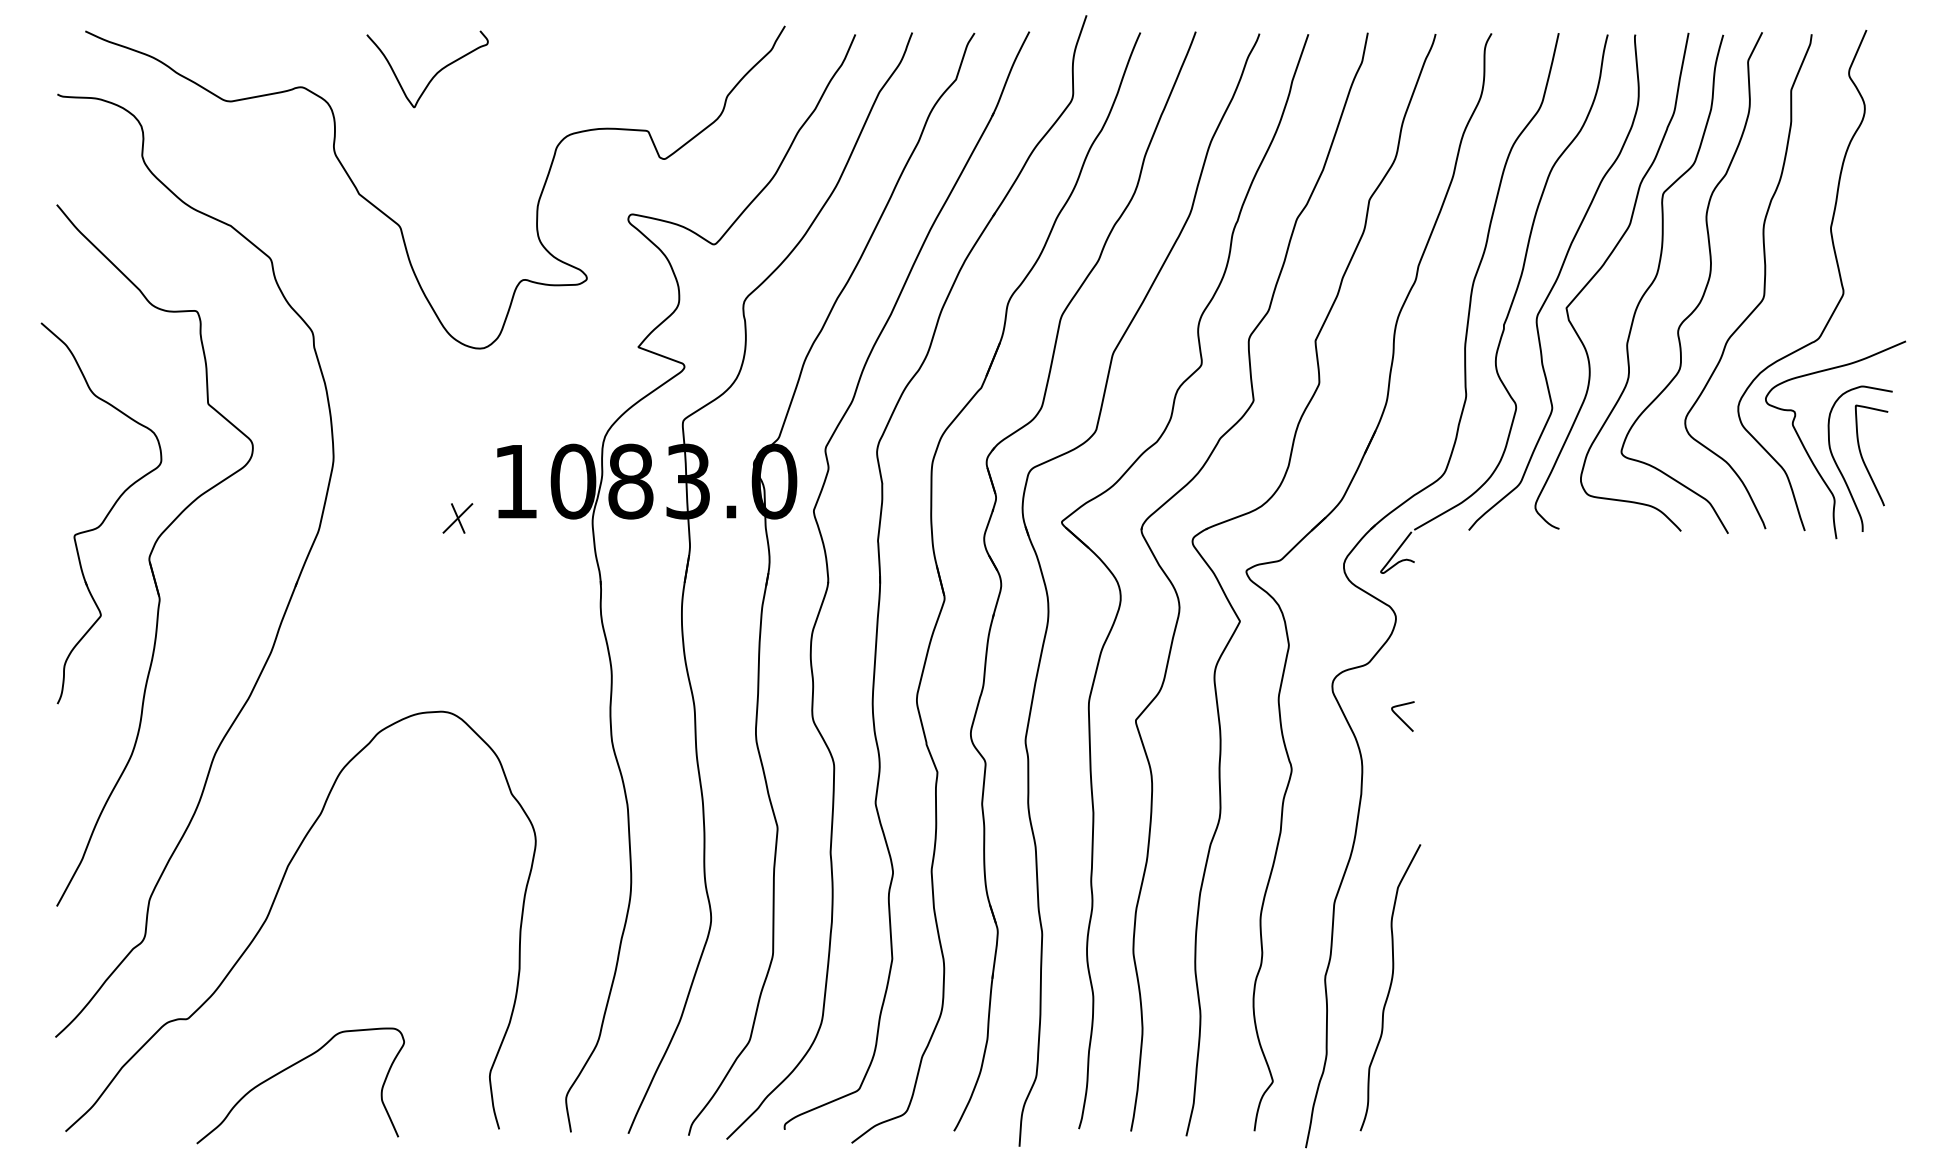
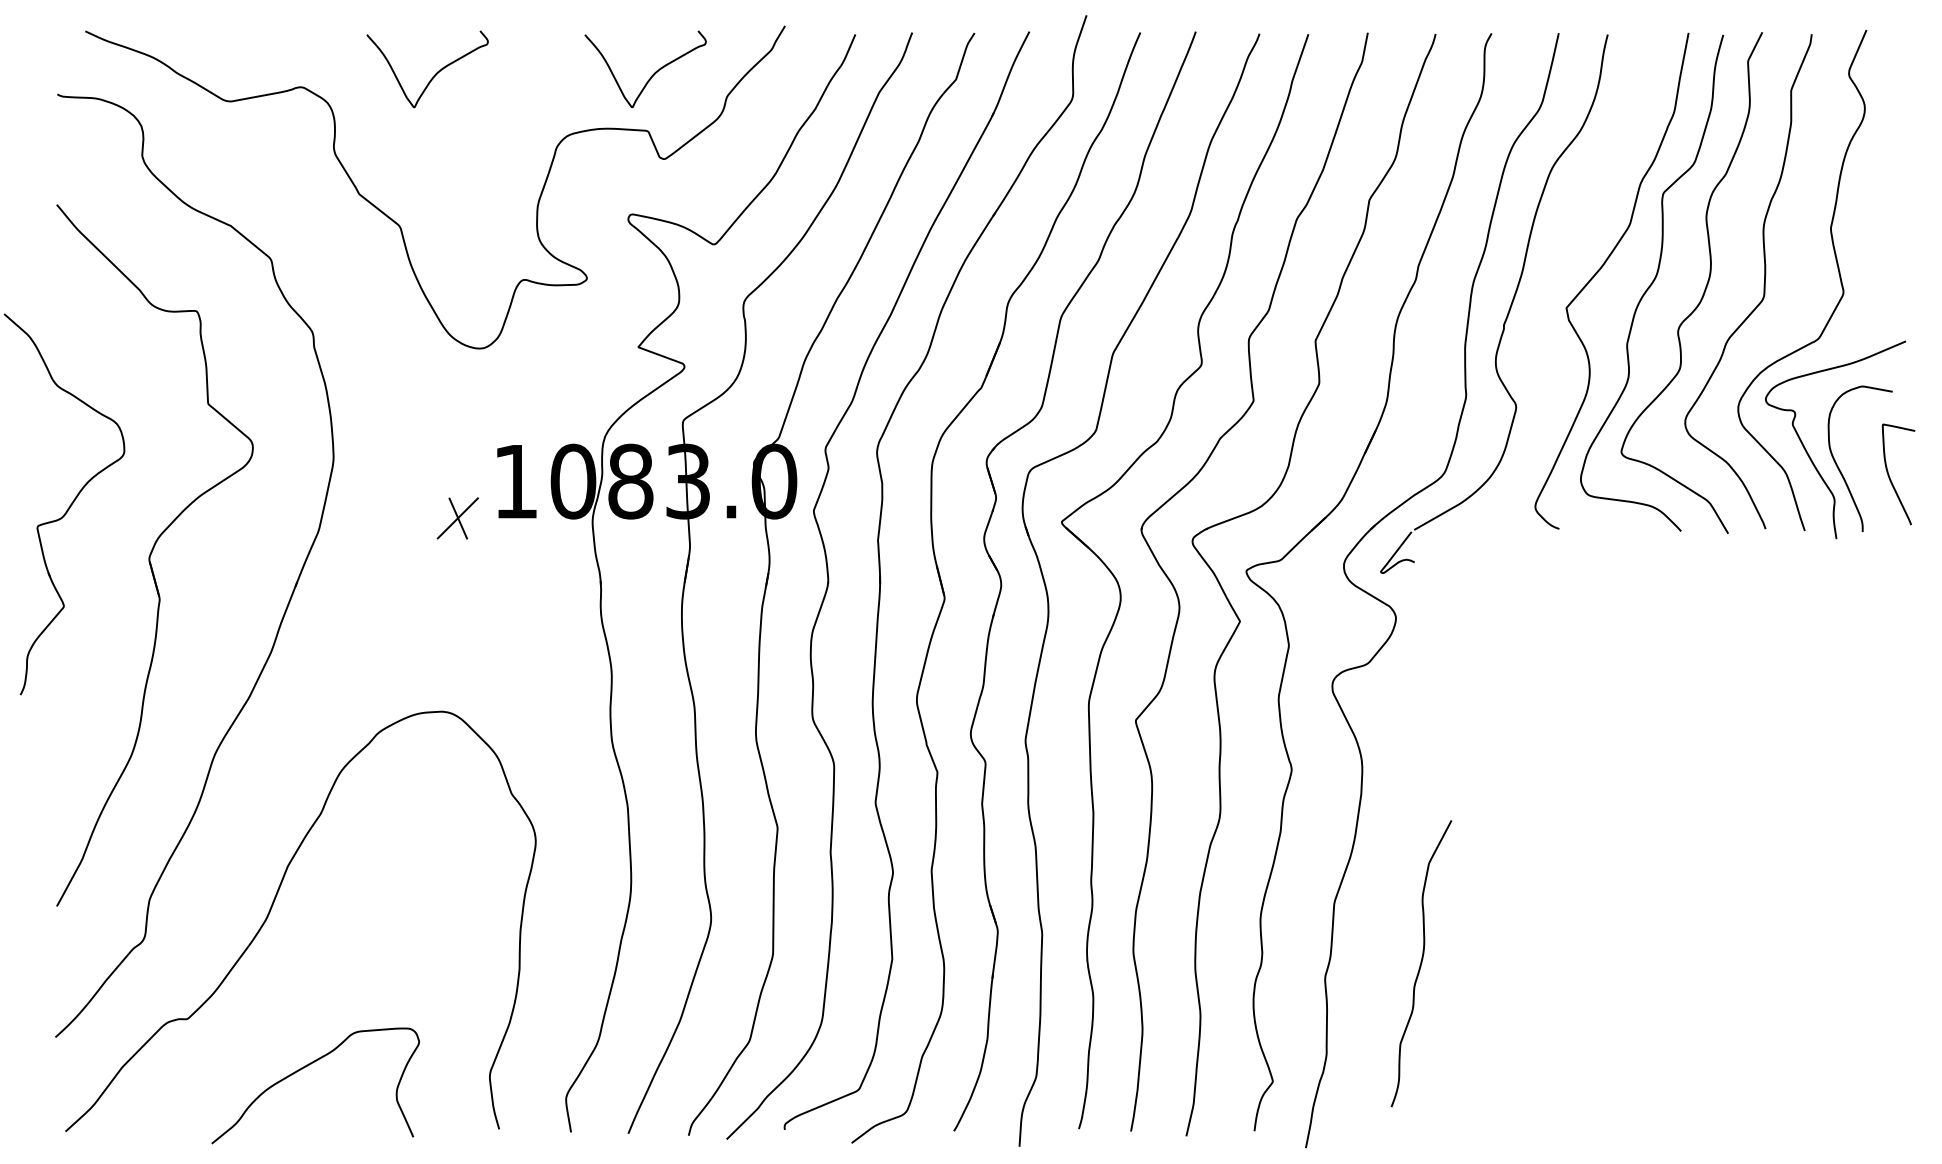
curve at (651, 75): none -> present
curve at (1554, 282): present -> none
curve at (1863, 458) position: (1863, 458) -> (1890, 477)
part at (101, 513) position: (101, 513) -> (64, 504)
part at (457, 518) size: 32x31 px -> 43x43 px
curve at (1400, 717): present -> none
curve at (1390, 987) position: (1390, 987) -> (1421, 963)
curve at (289, 1068) position: (289, 1068) -> (304, 1068)
